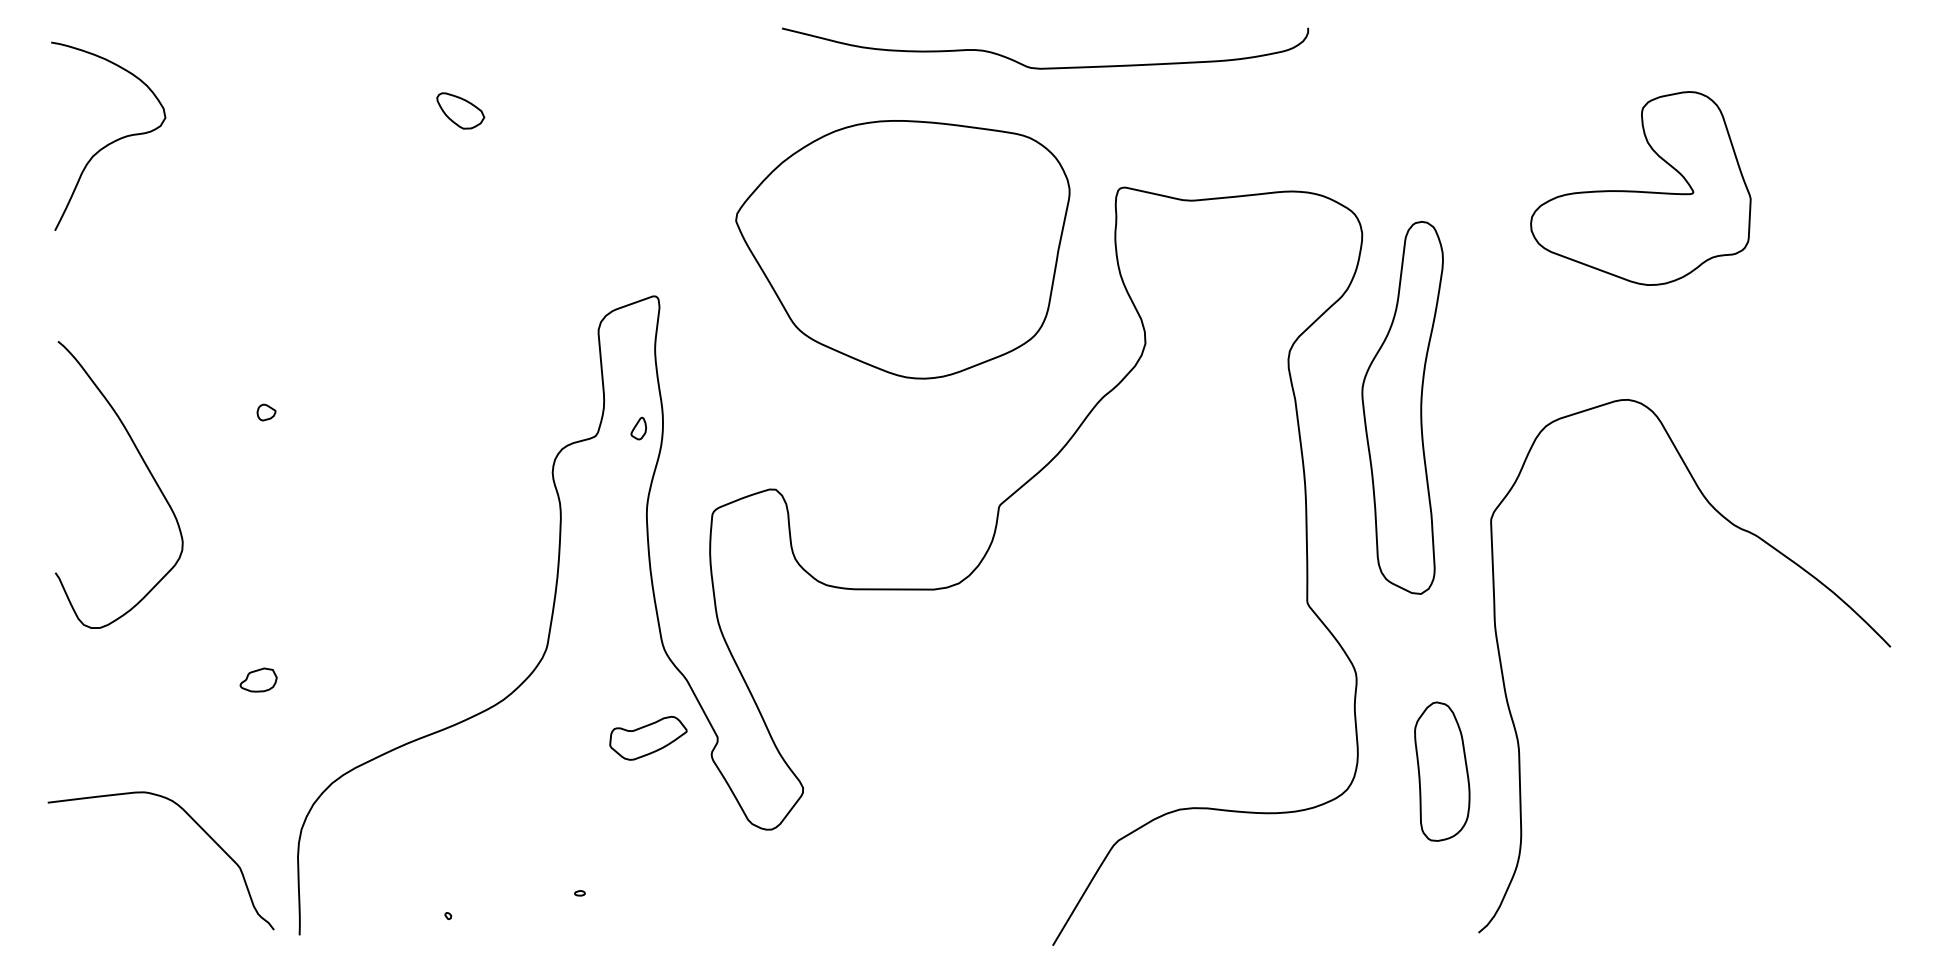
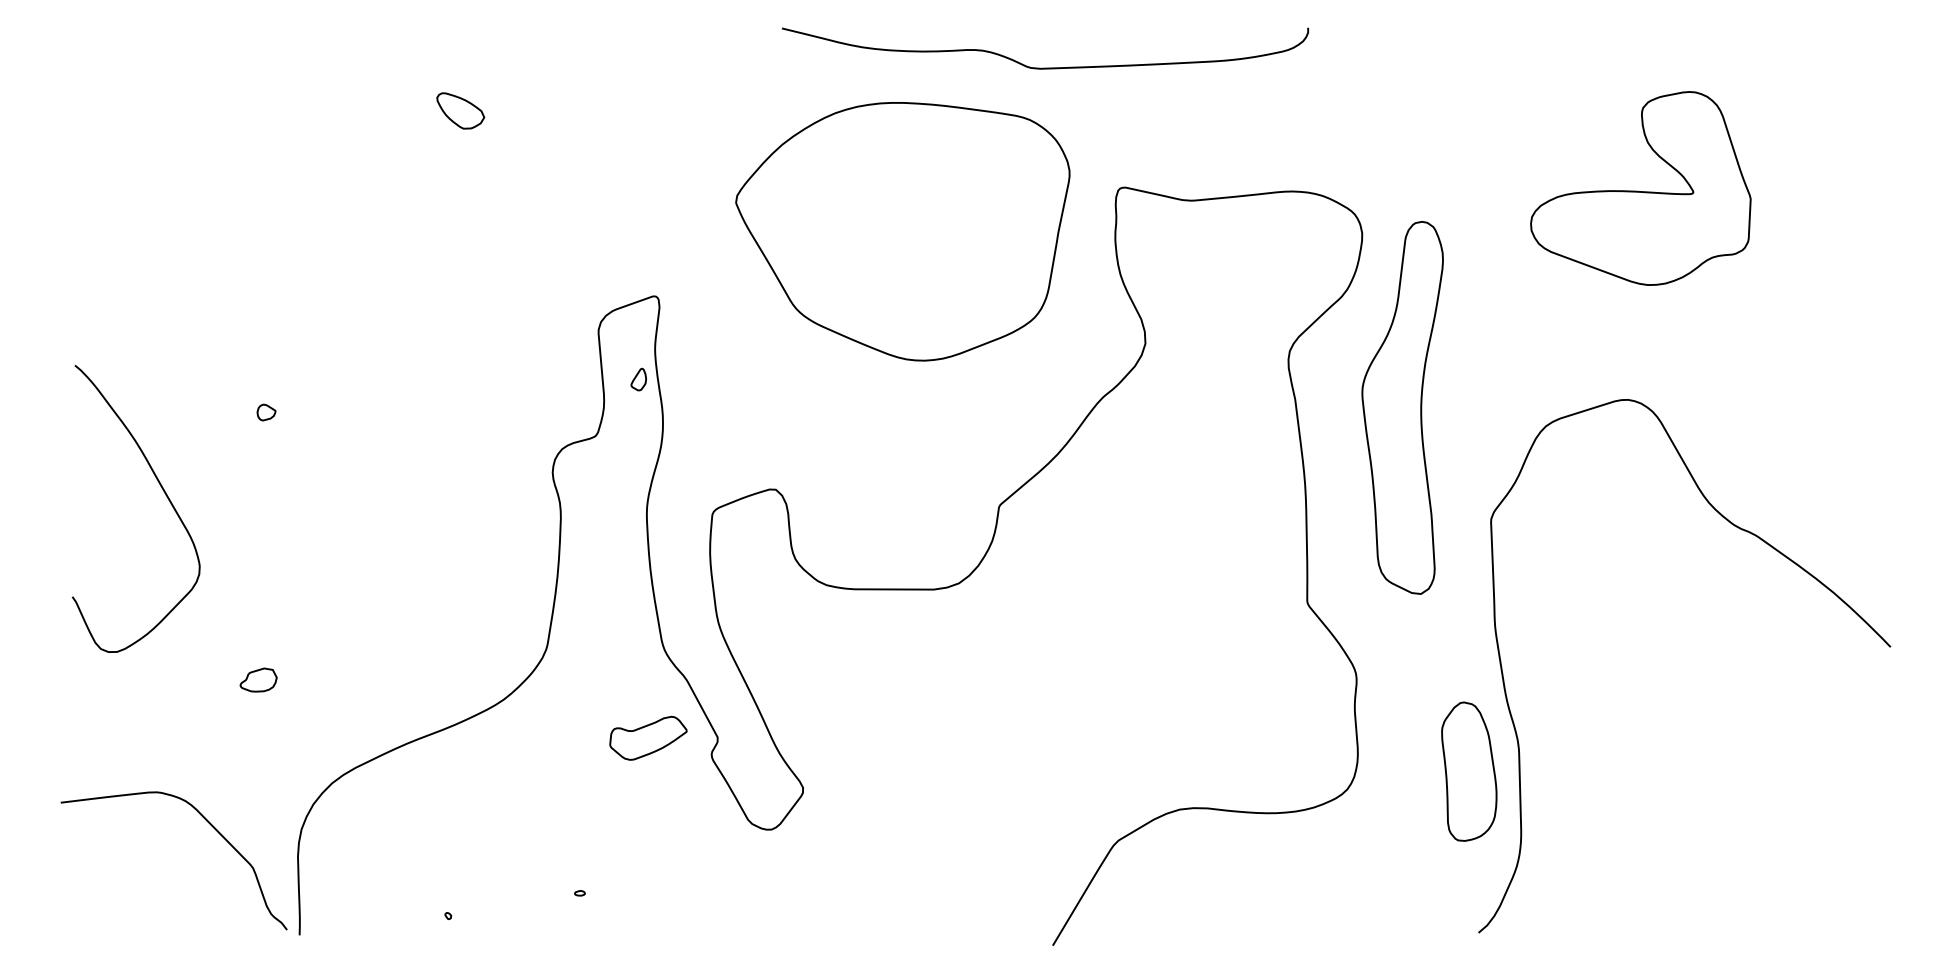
curve at (112, 141): present -> none
part at (902, 249) position: (902, 249) -> (902, 231)
part at (638, 428) position: (638, 428) -> (638, 379)
curve at (145, 466) position: (145, 466) -> (162, 490)
part at (1442, 771) position: (1442, 771) -> (1469, 771)
curve at (196, 824) position: (196, 824) -> (209, 824)
